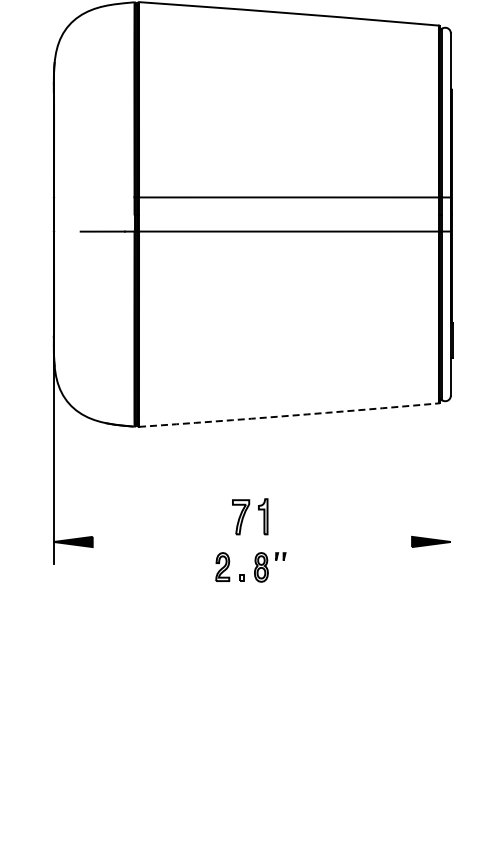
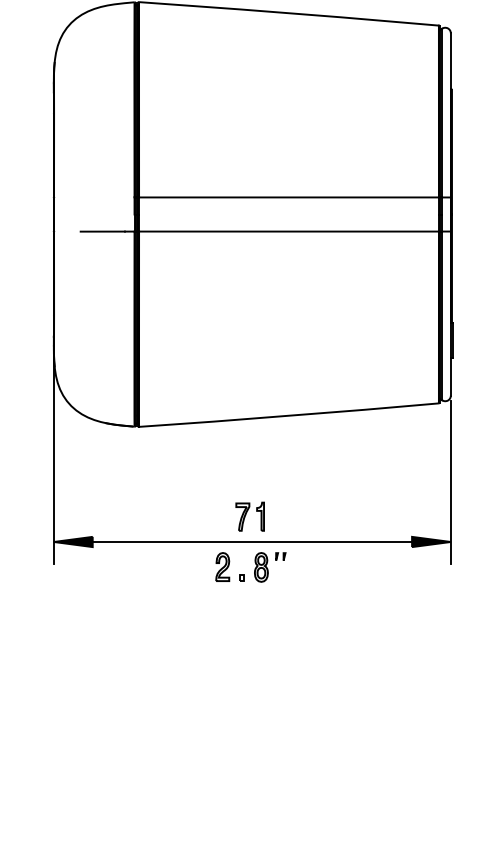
arc at (289, 415): dashed -> solid
line at (450, 482): none -> present
part at (250, 516) size: 37x38 px -> 30x31 px
line at (252, 541): none -> present
